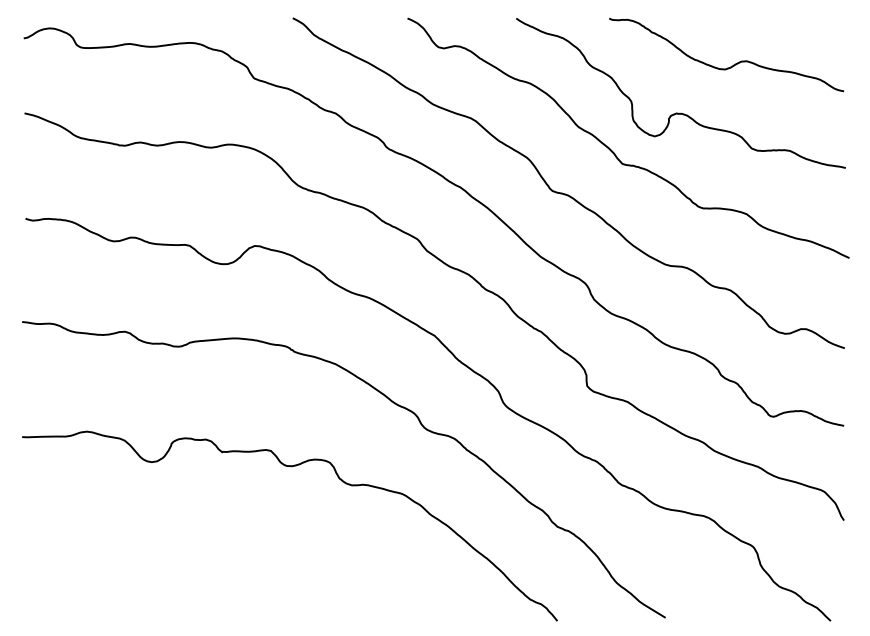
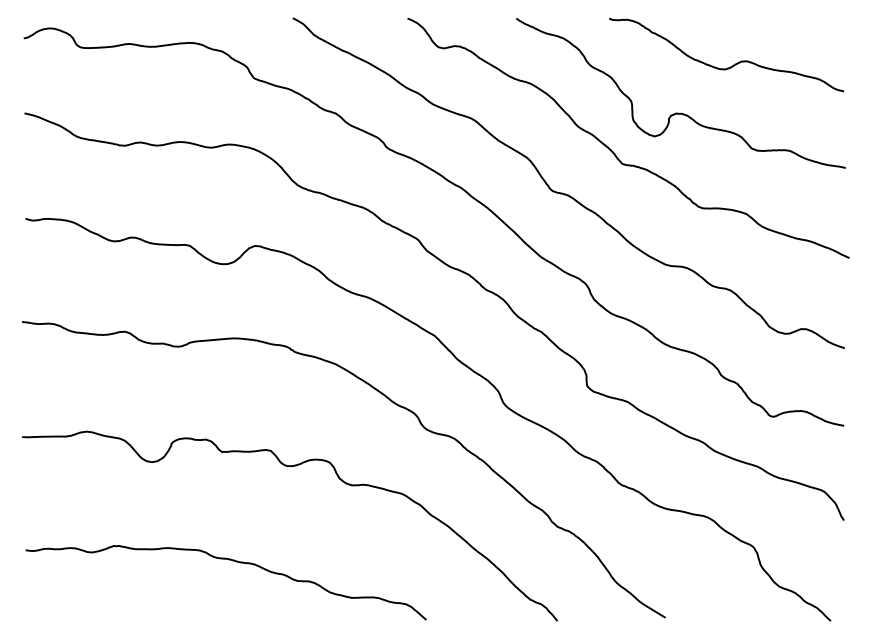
curve at (232, 561): none -> present
